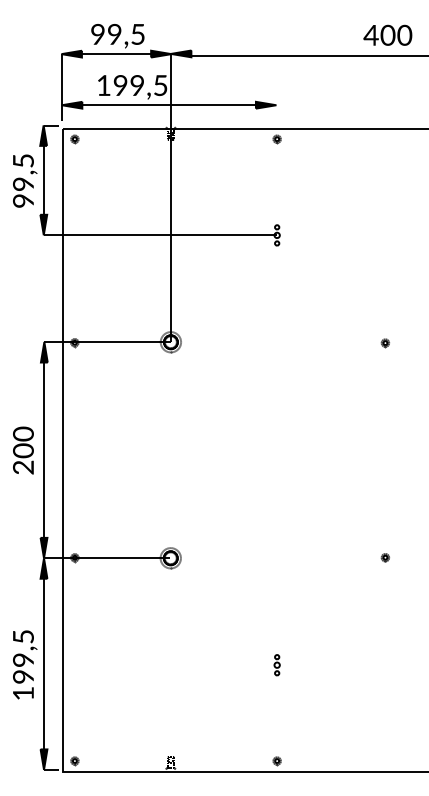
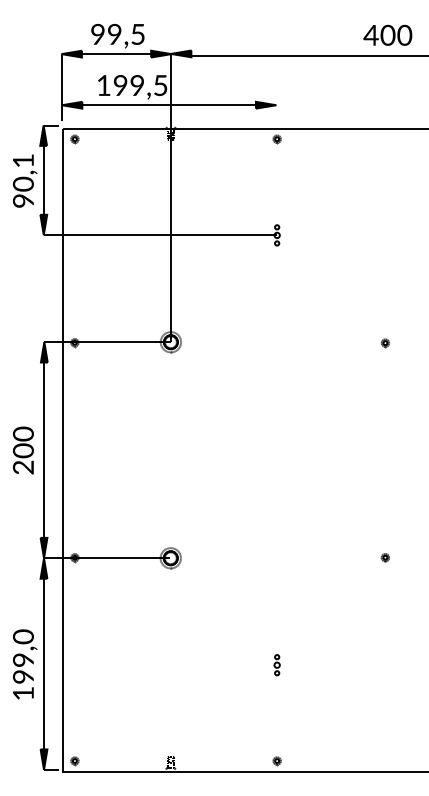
text at (23, 172): 99,5 -> 90,1
text at (23, 636): 199,5 -> 199,0
